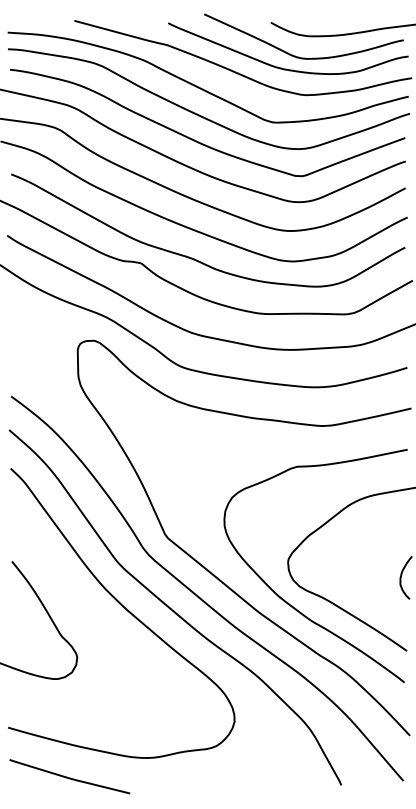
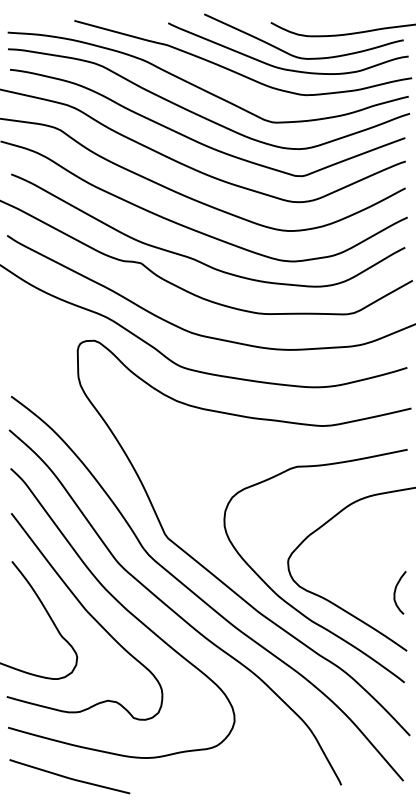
curve at (402, 575) position: (402, 575) -> (396, 590)
curve at (87, 613): none -> present
